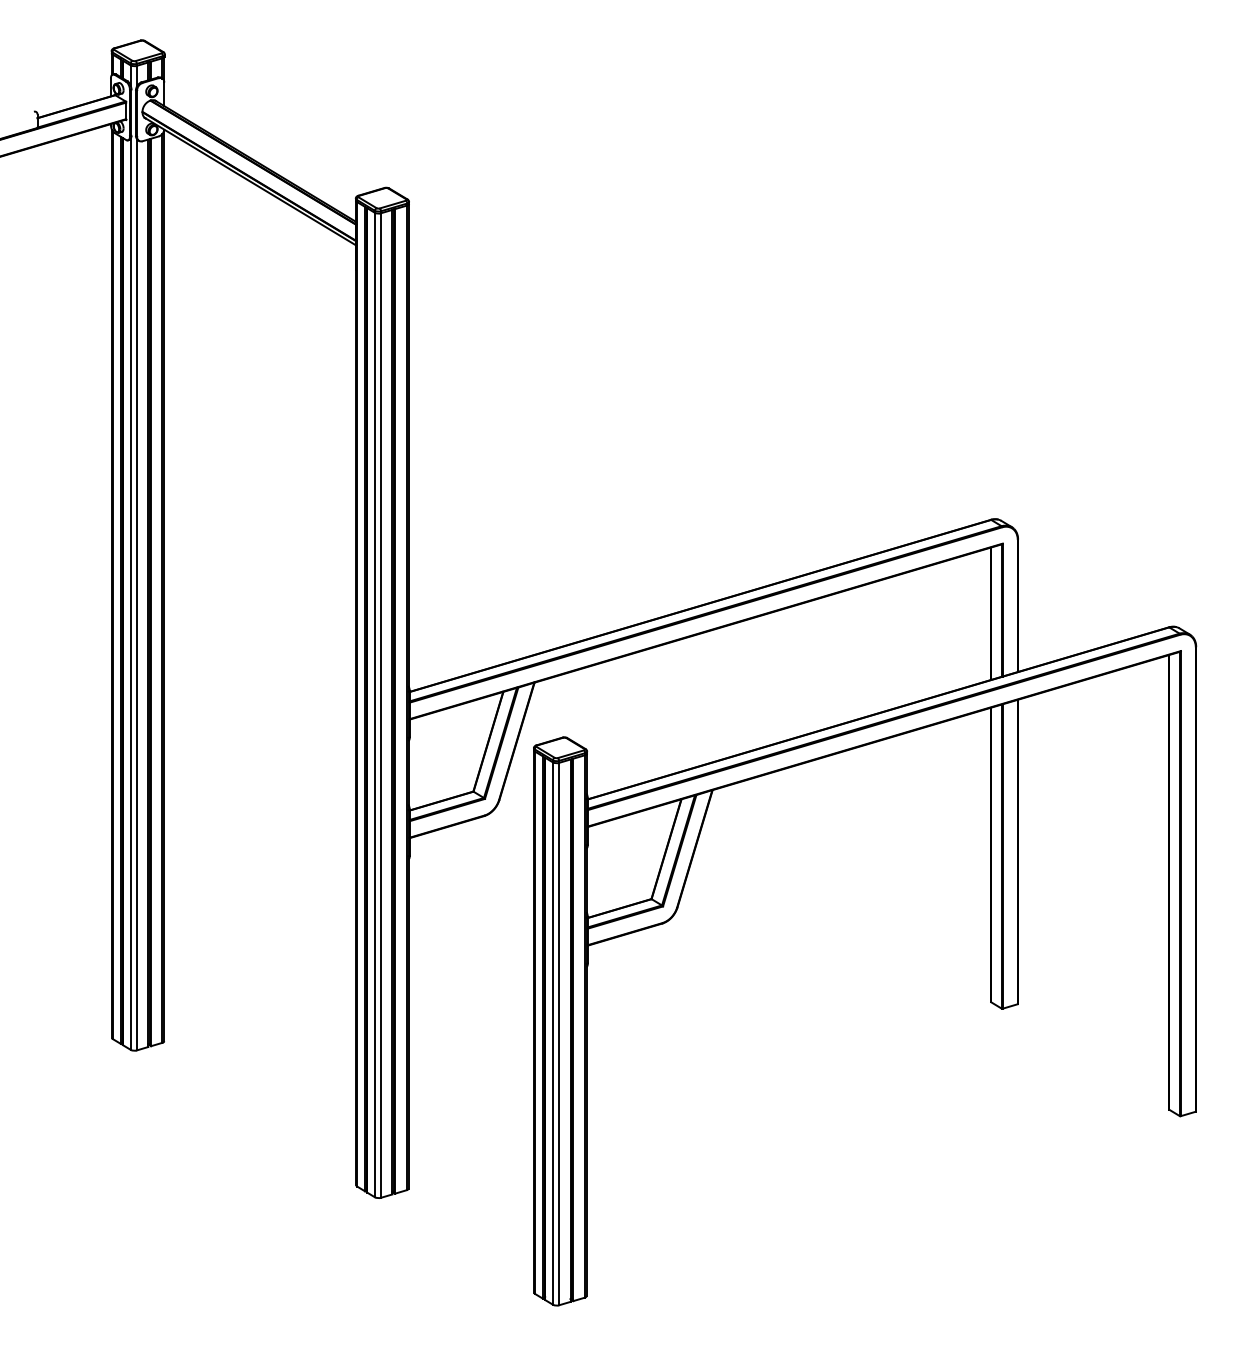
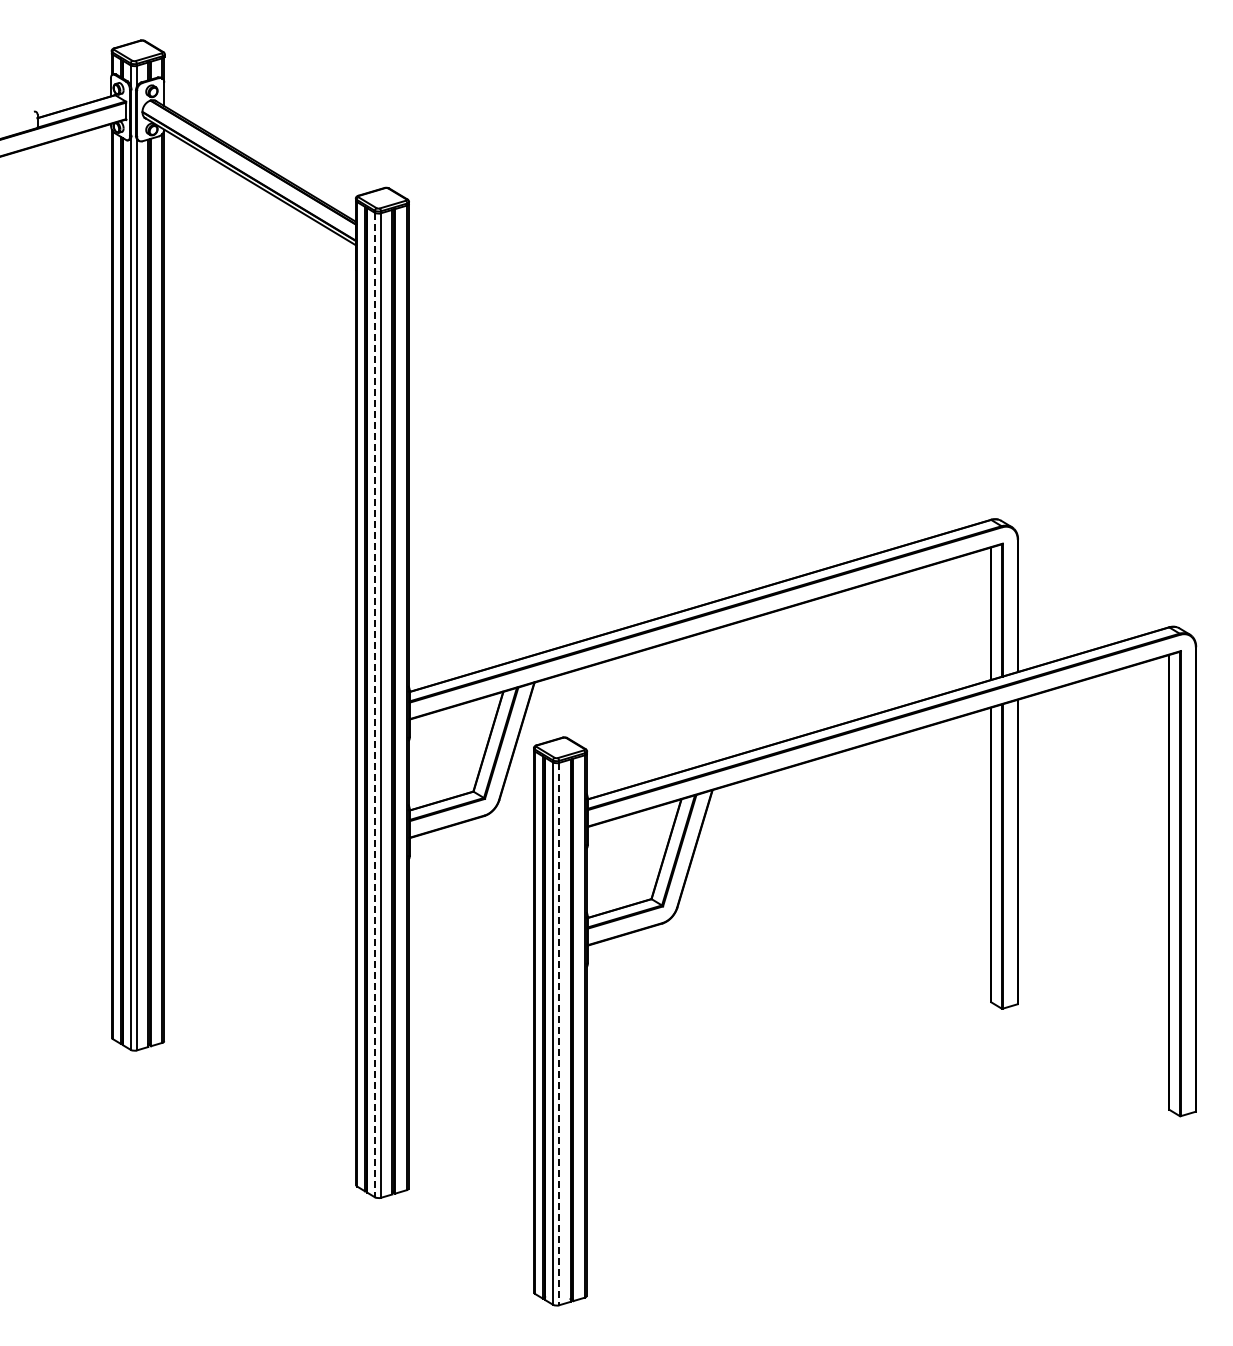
line at (375, 705): solid -> dashed
line at (559, 1034): solid -> dashed
